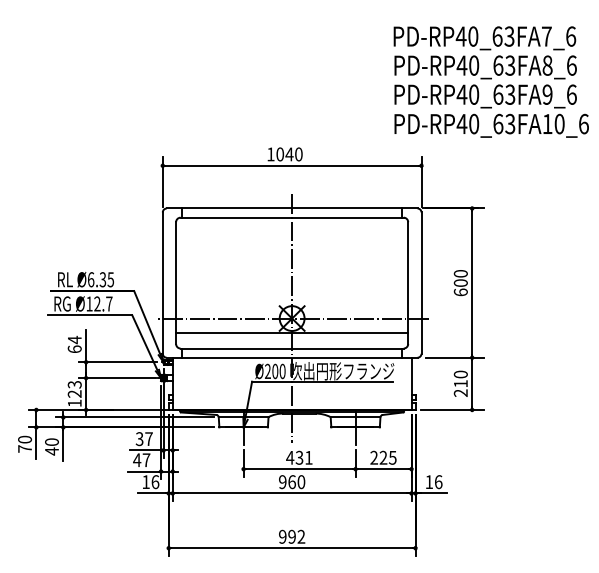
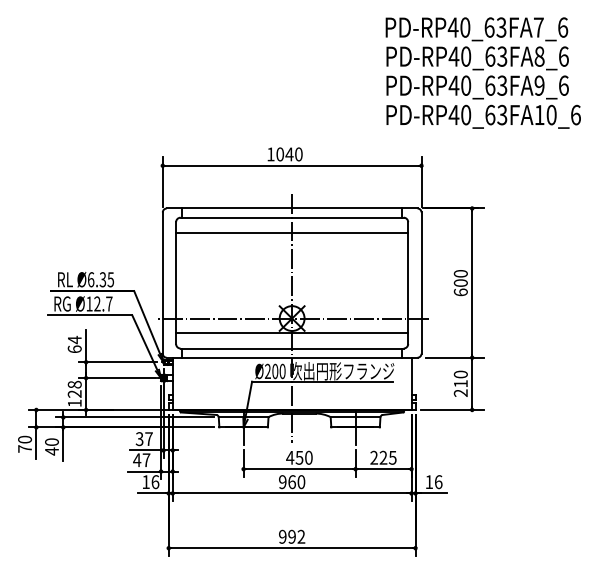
text at (490, 81) position: (490, 81) -> (482, 72)
line at (292, 233): none -> present
text at (74, 384): 123 -> 128
text at (304, 457): 431 -> 450
